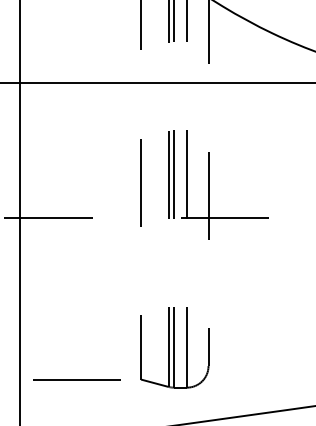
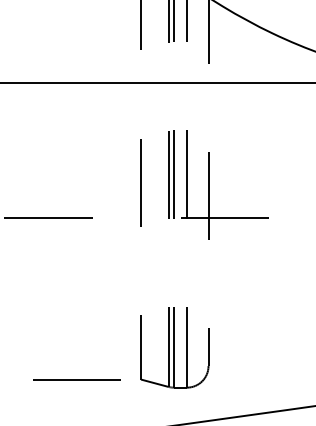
line at (19, 212): present -> none
